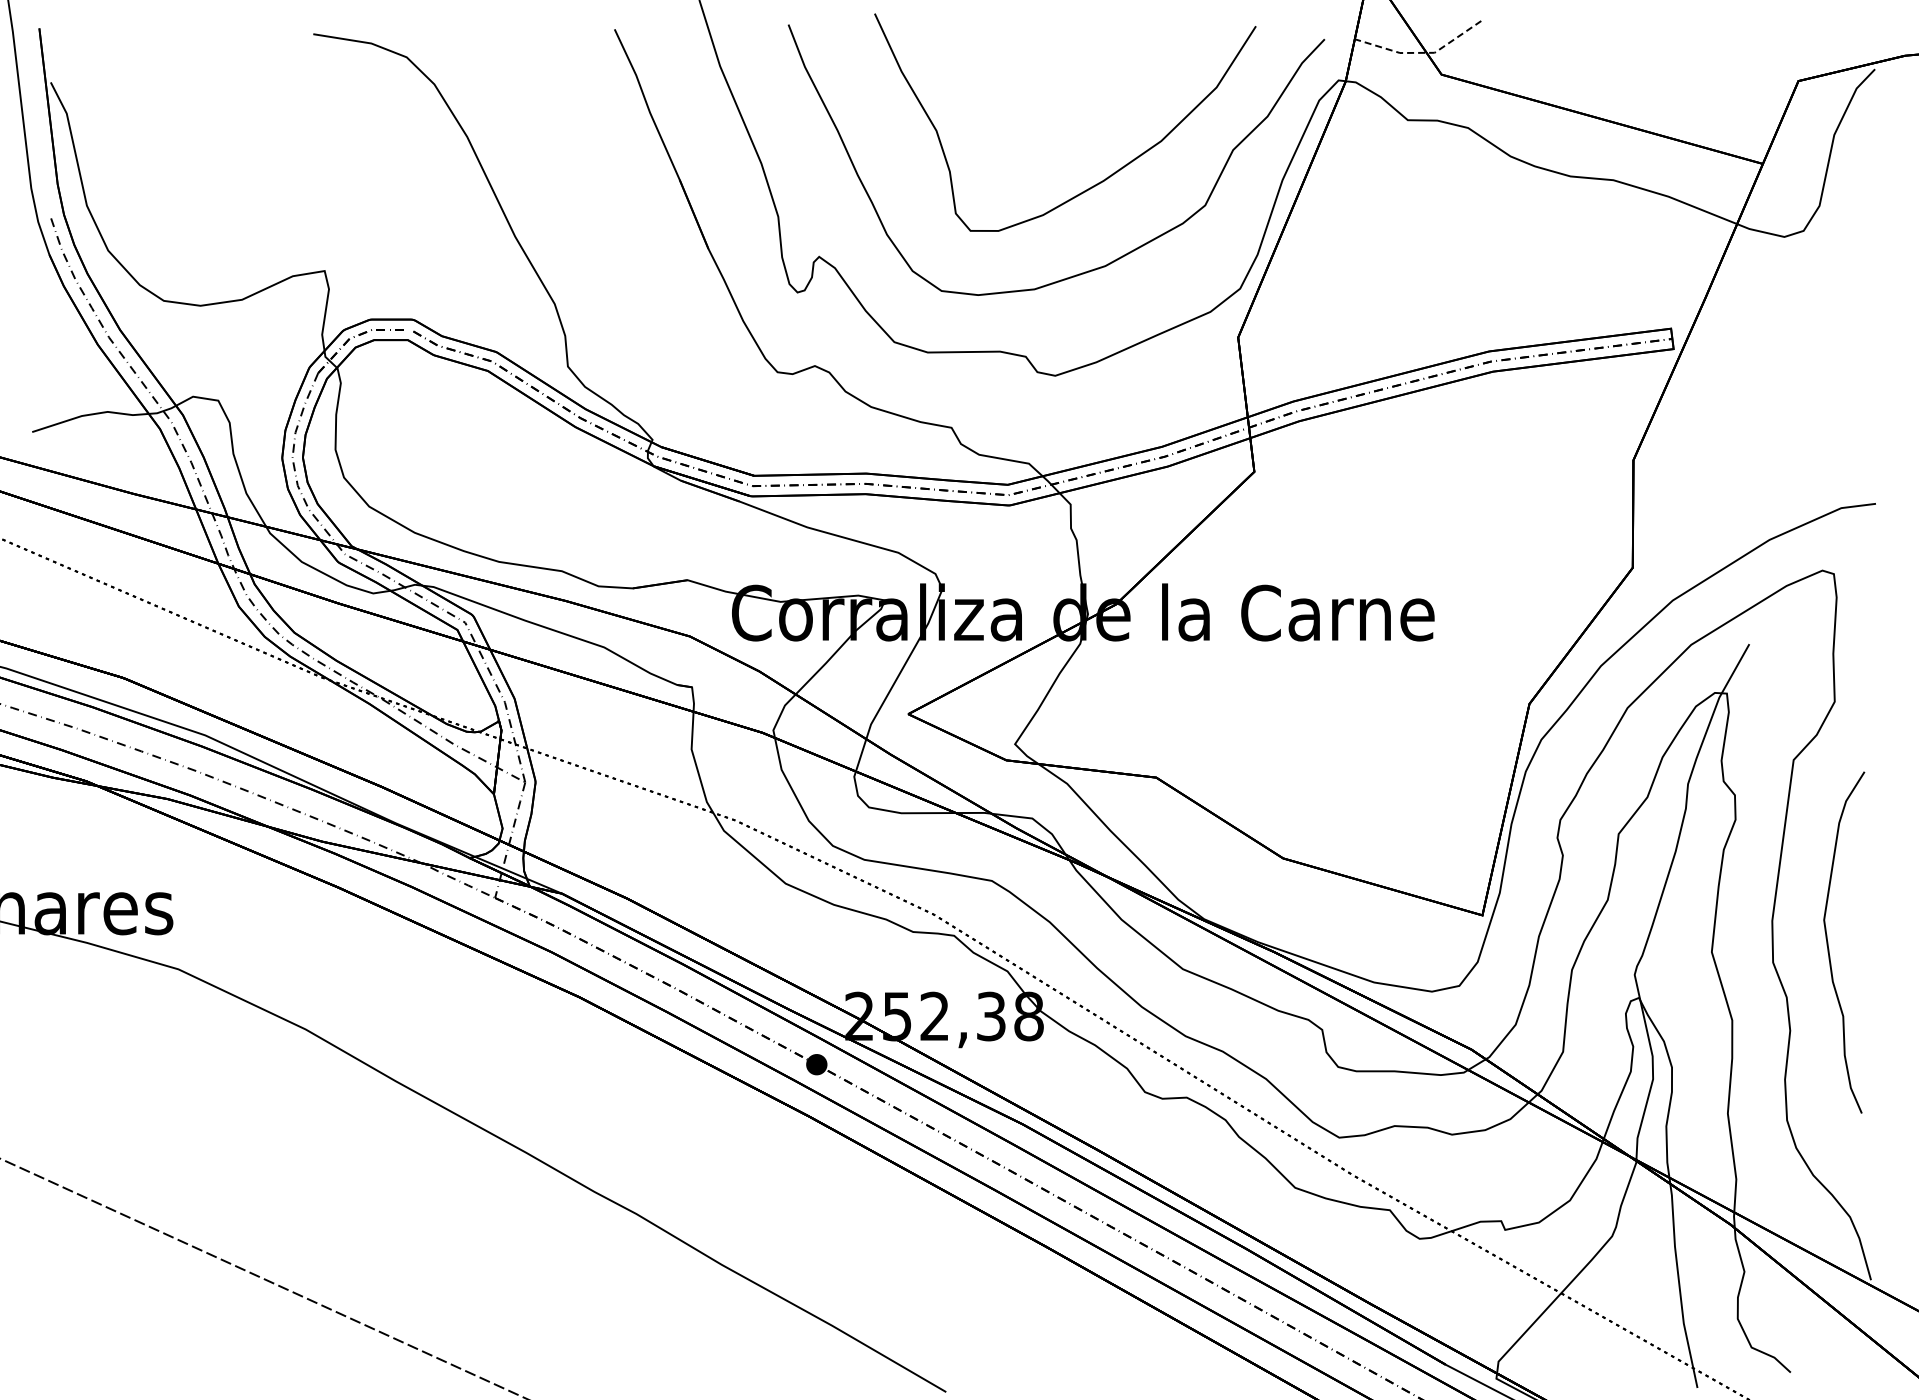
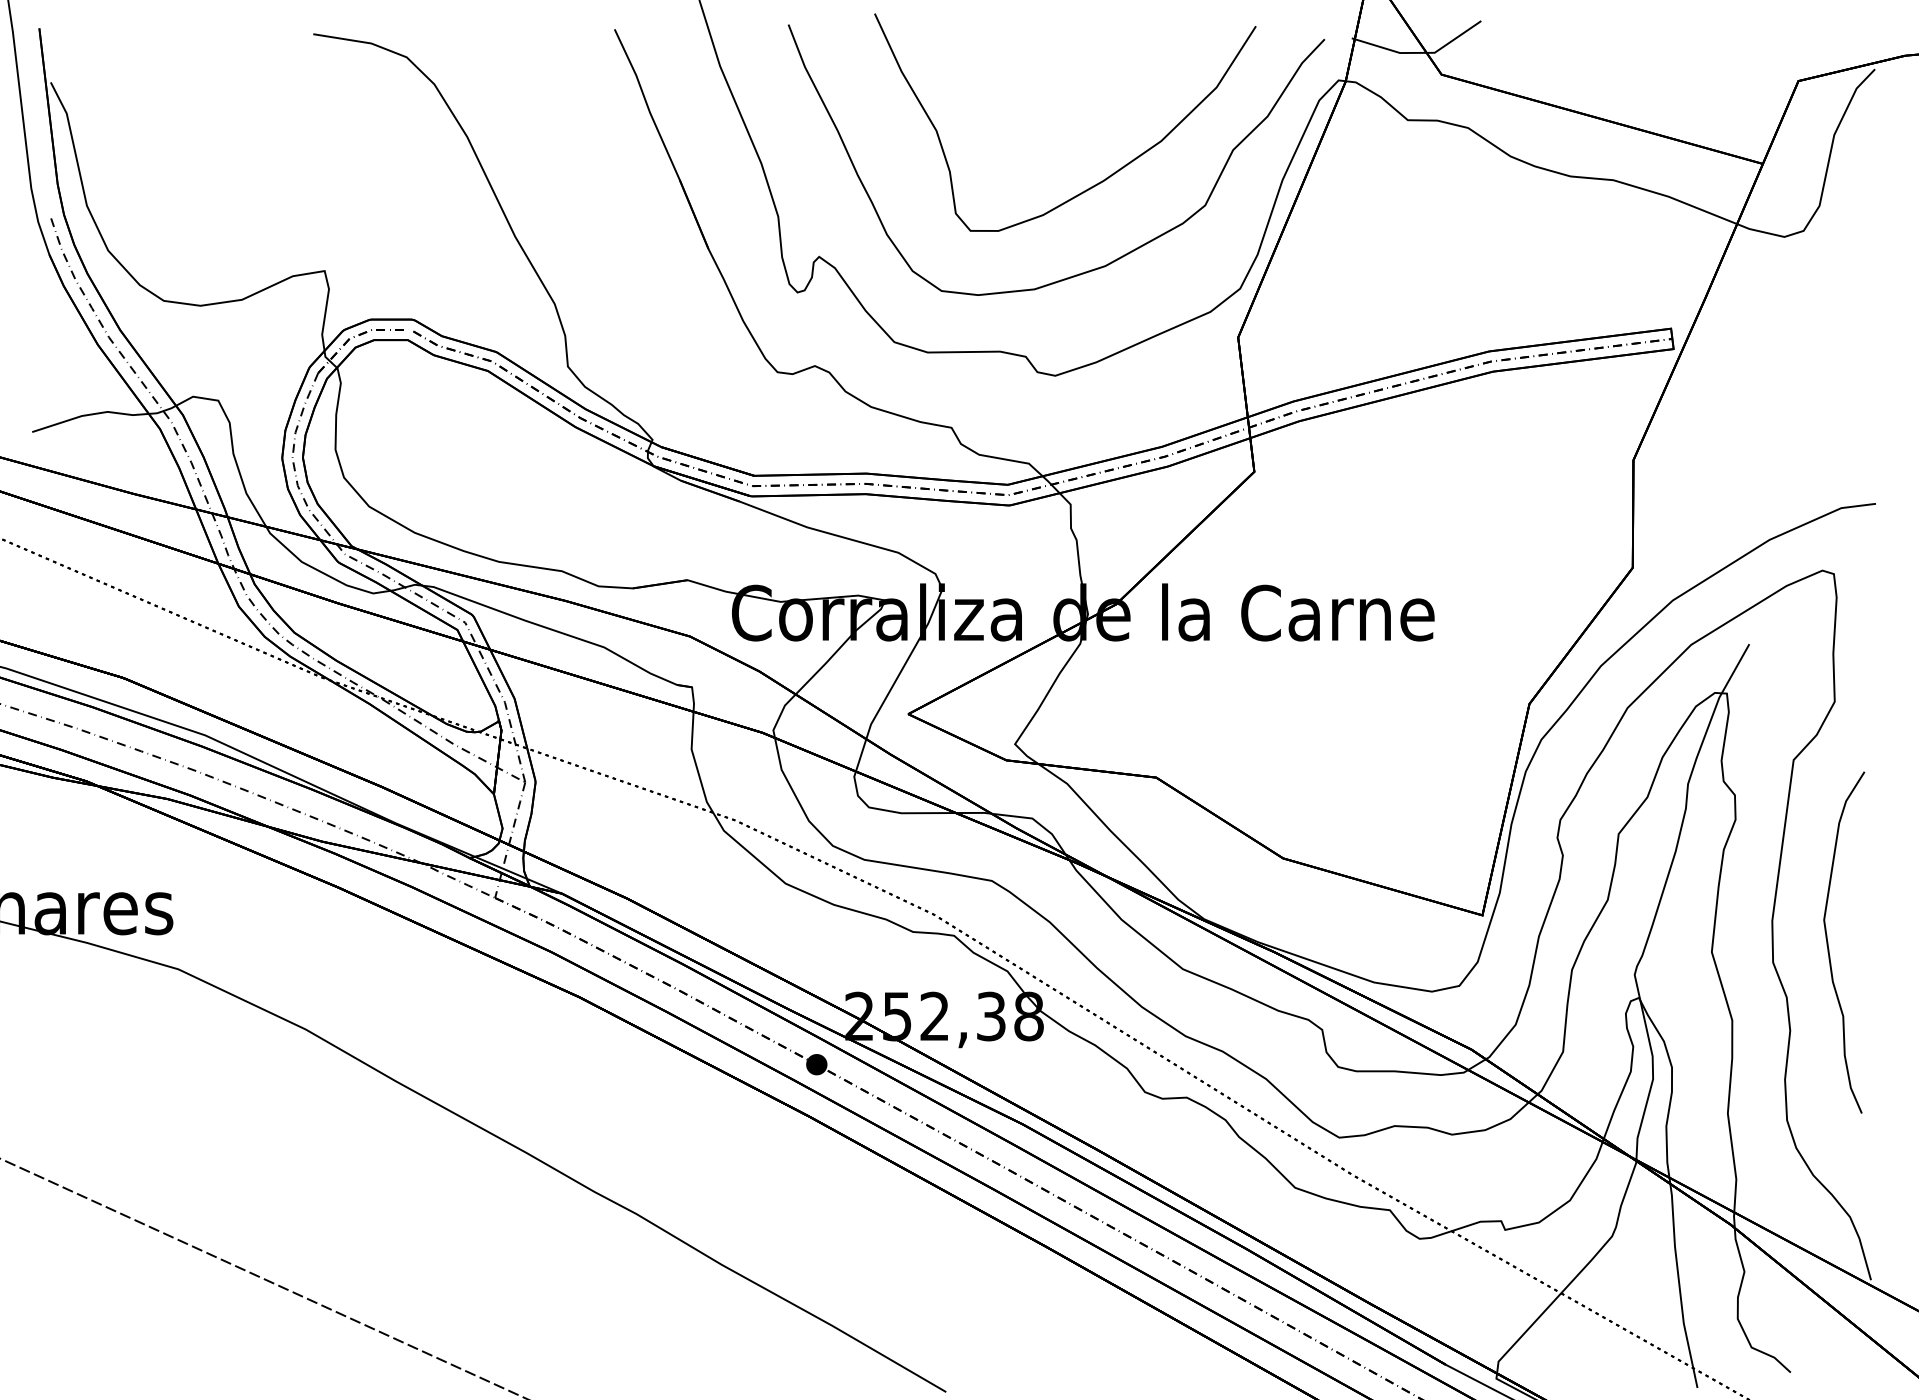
line at (1419, 52): dashed -> solid
